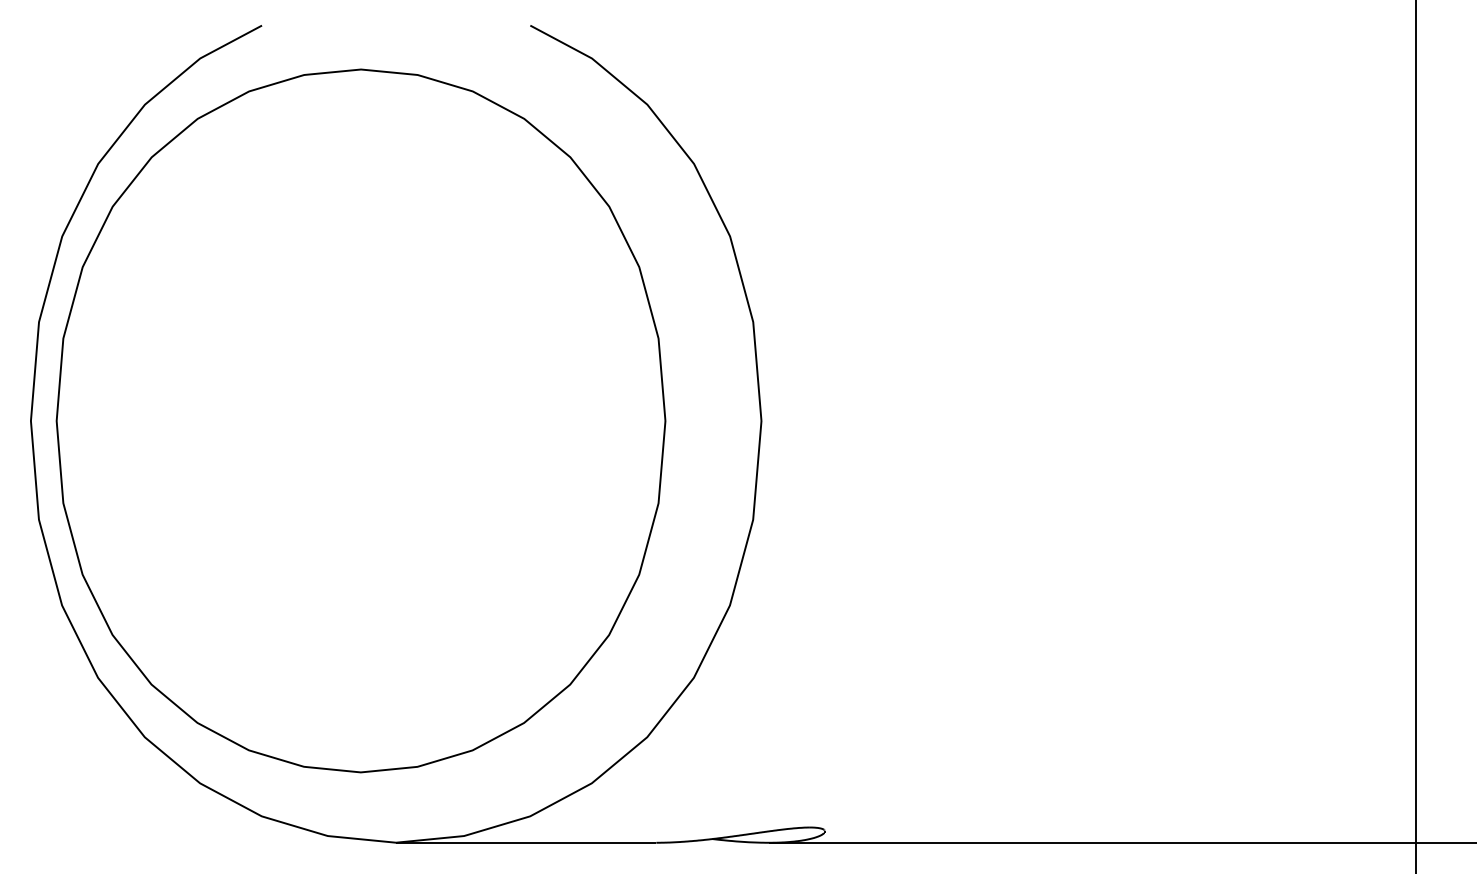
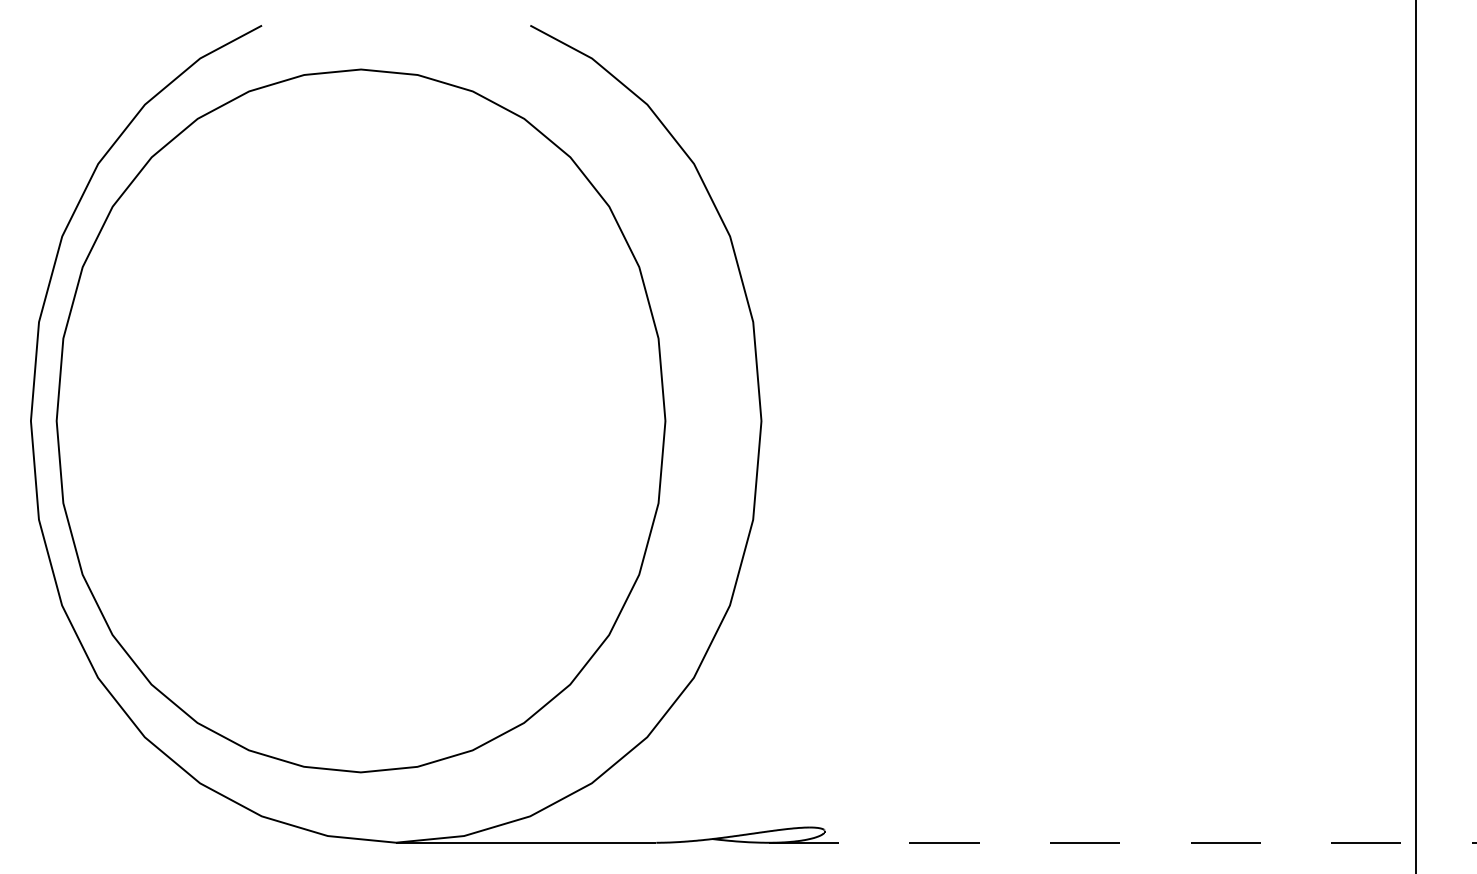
line at (1123, 842): solid -> dashed
